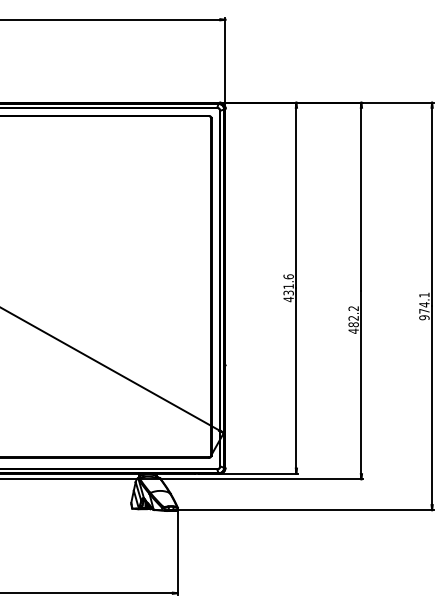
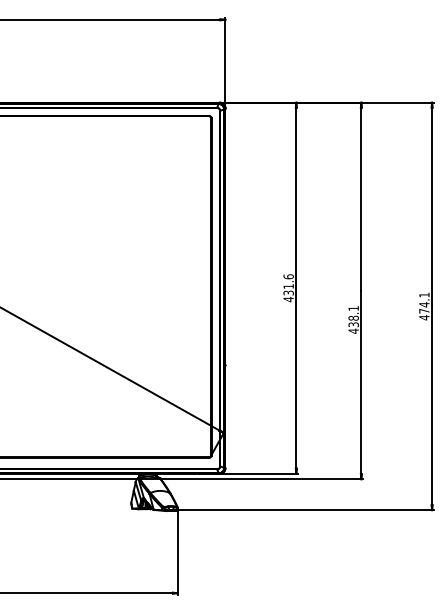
text at (353, 316): 482.2 -> 438.1
text at (424, 317): 974.1 -> 474.1
